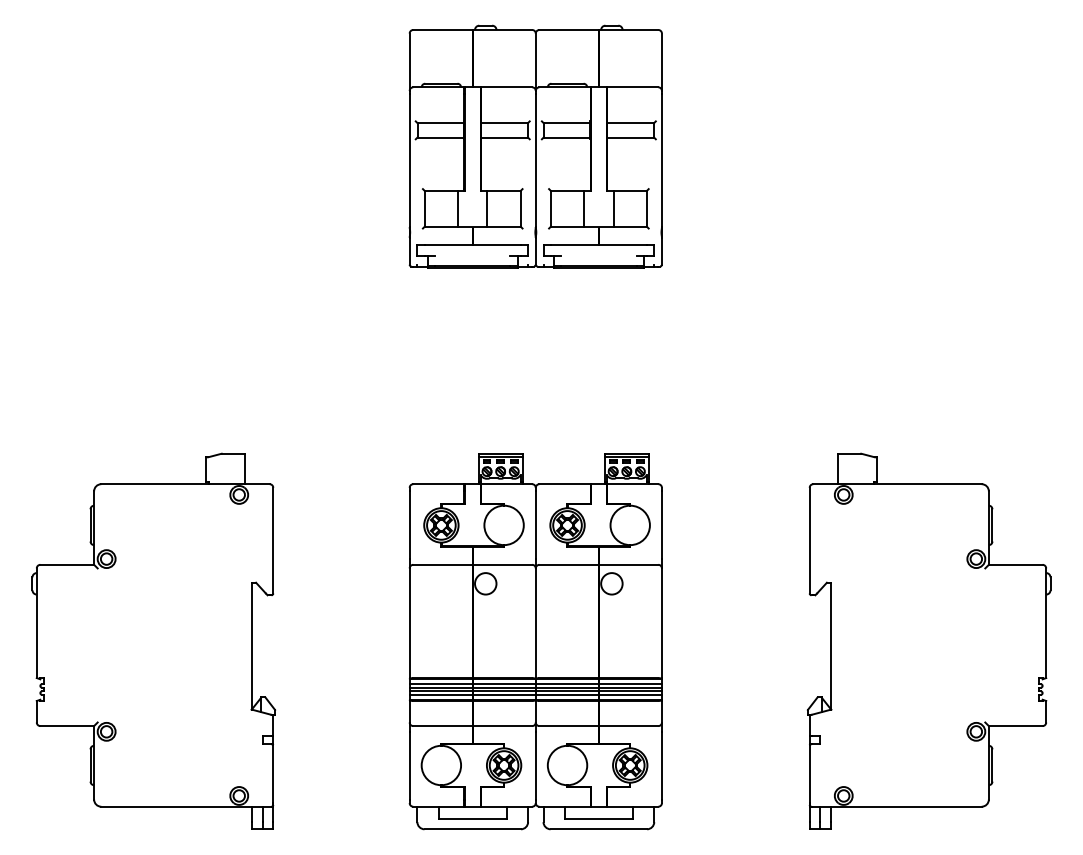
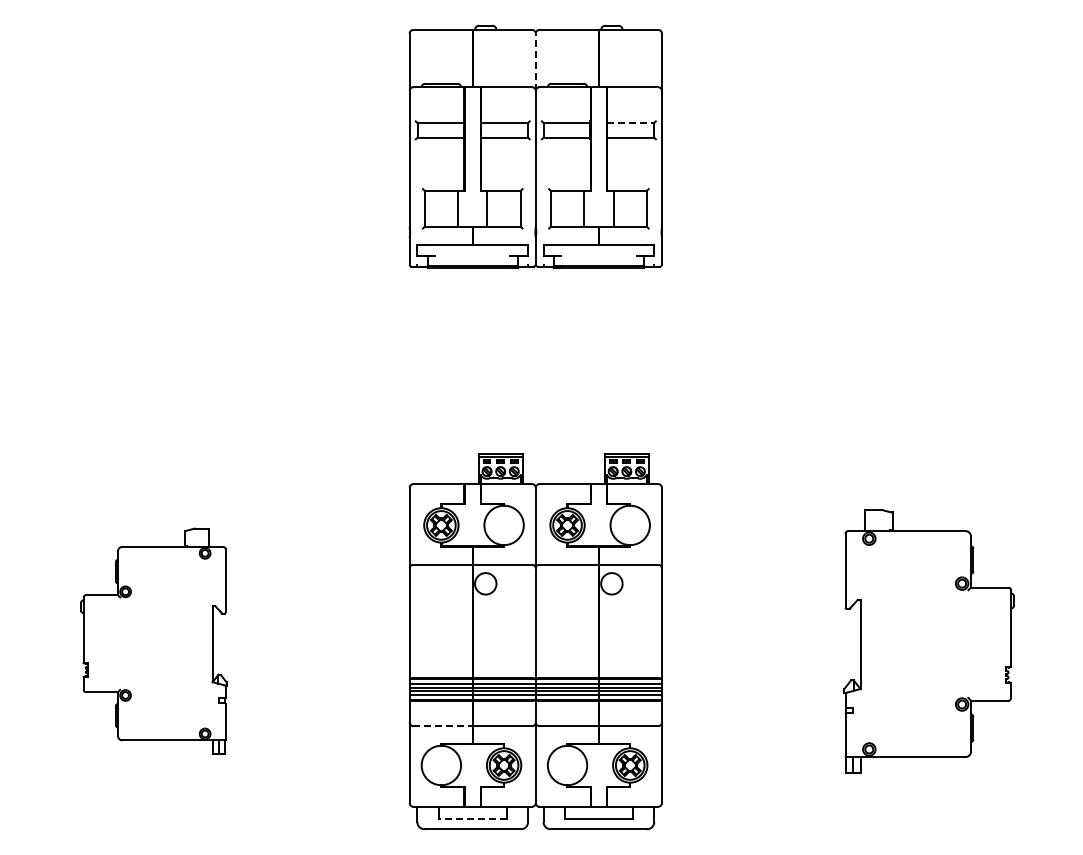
line at (535, 62): solid -> dashed
line at (631, 123): solid -> dashed
part at (153, 640) size: 246x378 px -> 148x228 px
part at (928, 640) size: 246x378 px -> 172x265 px
line at (442, 726): solid -> dashed
line at (472, 818): solid -> dashed
